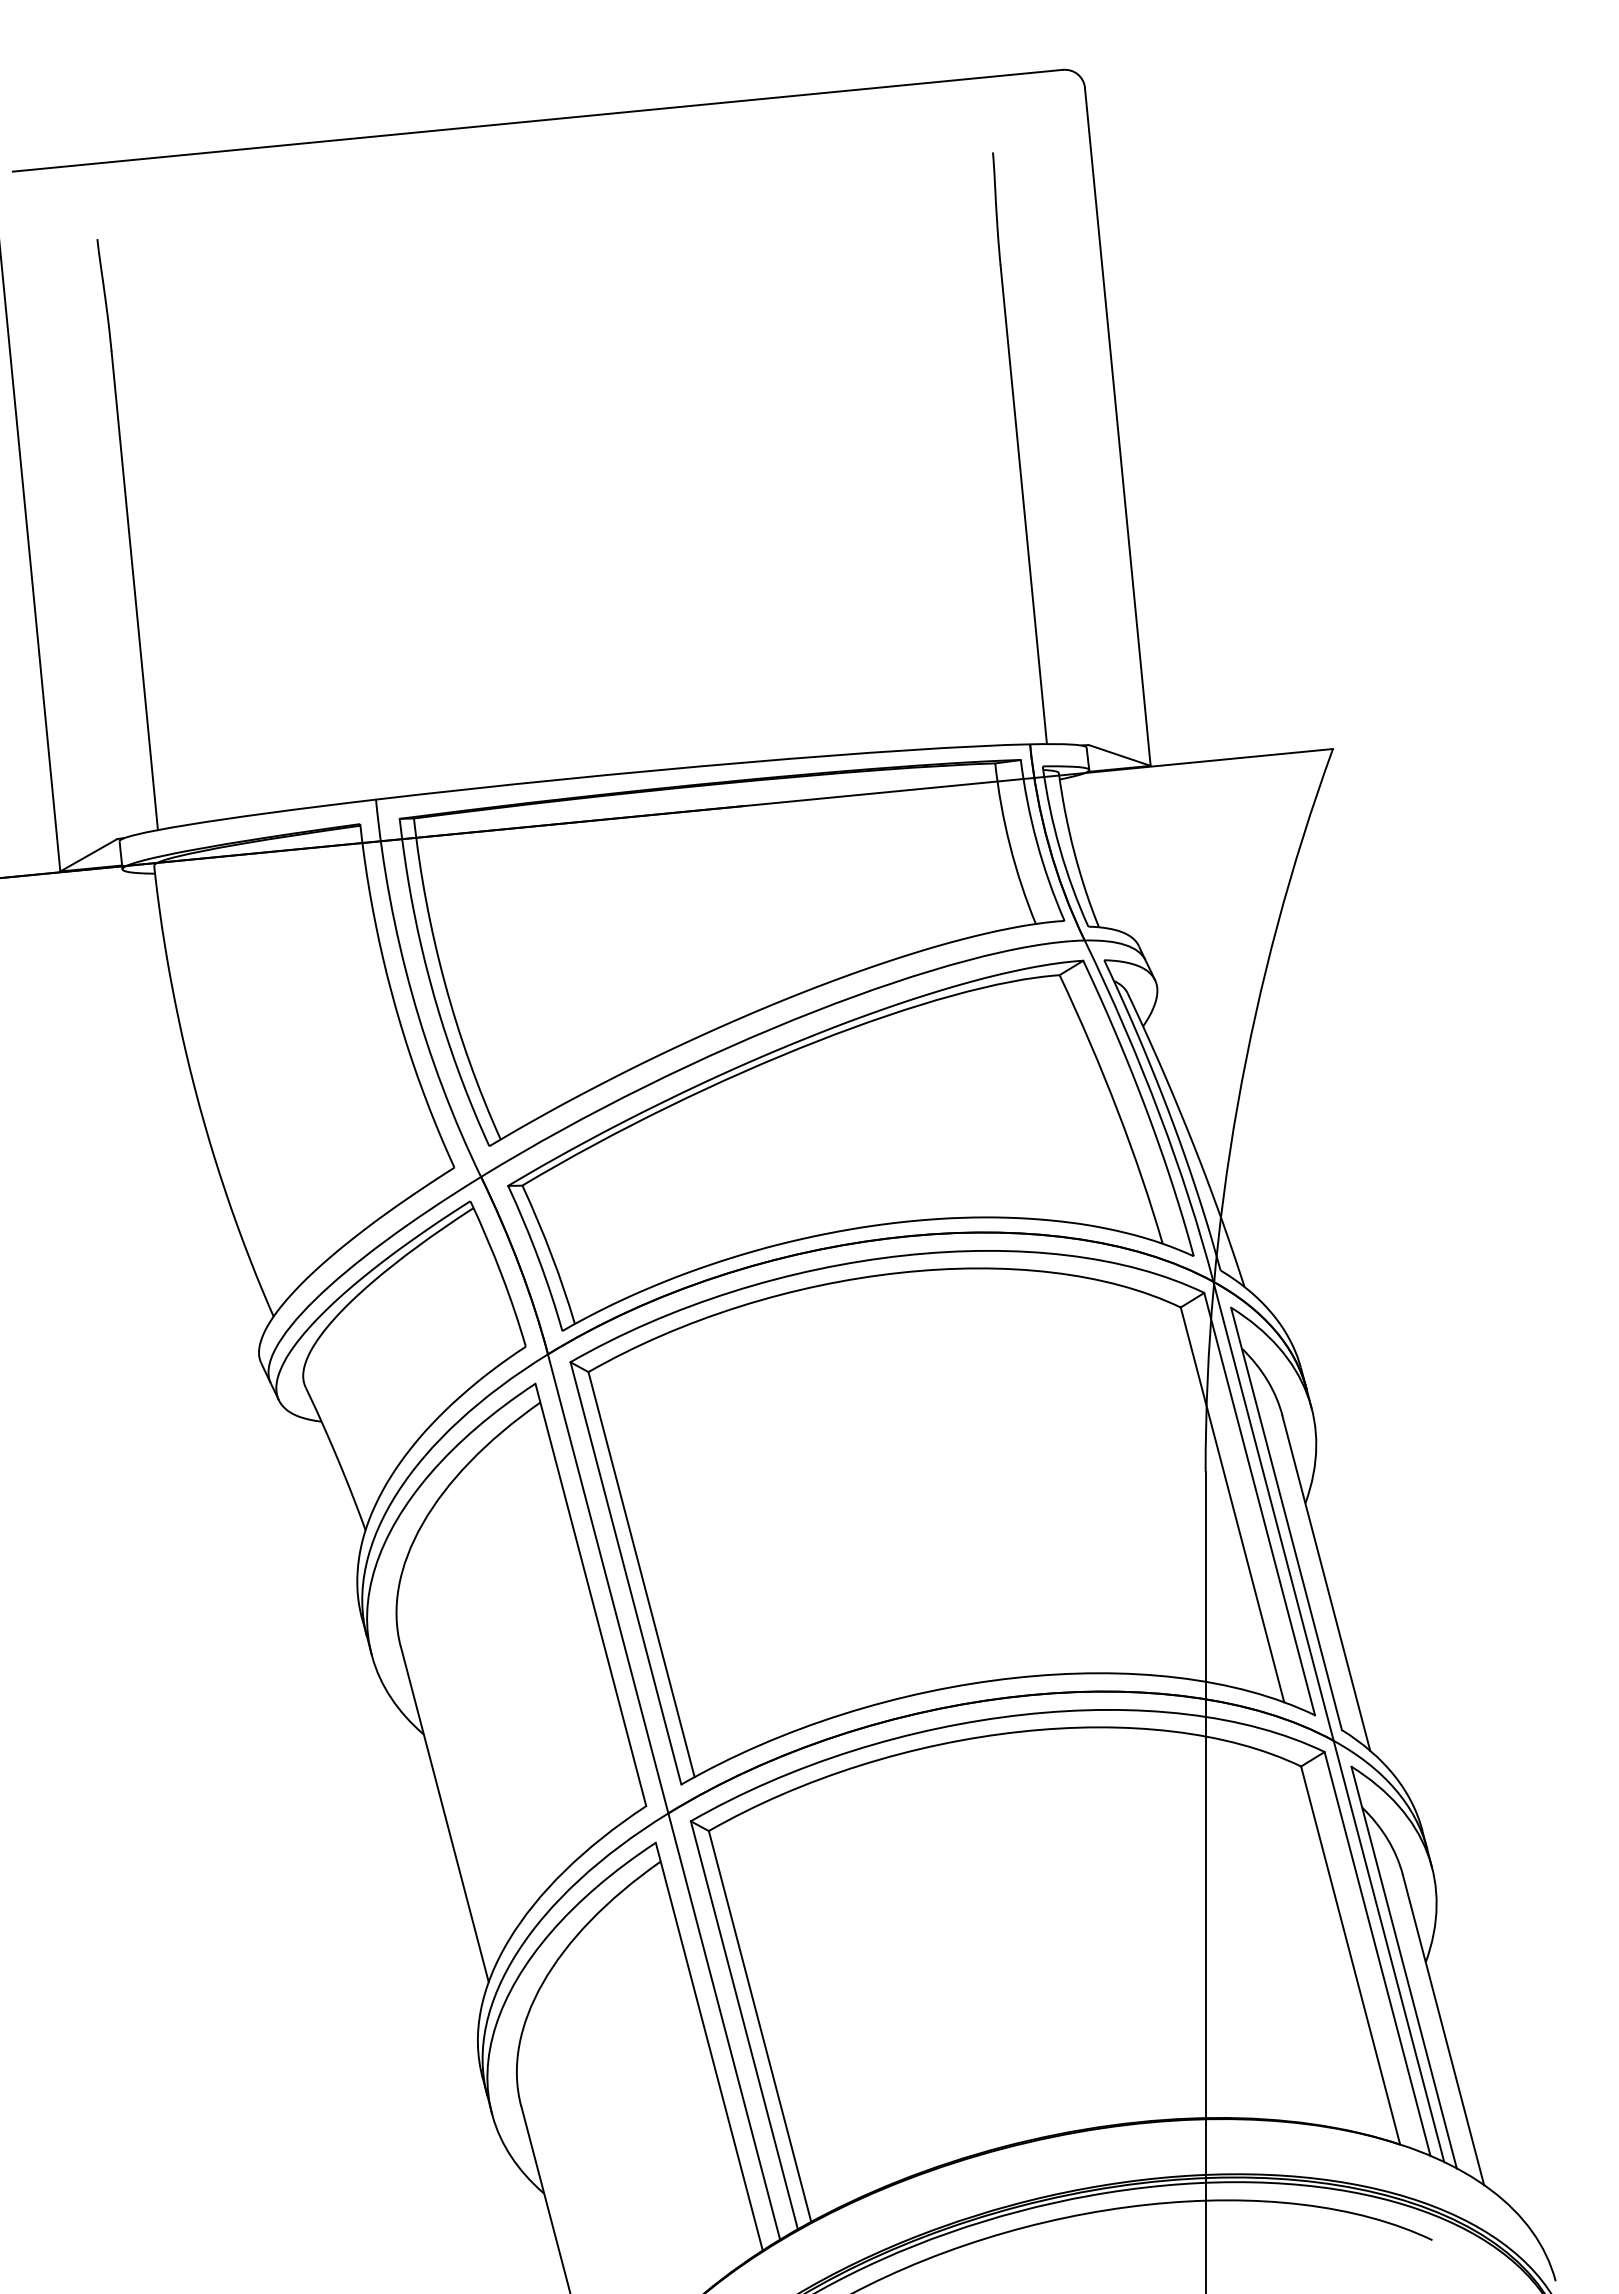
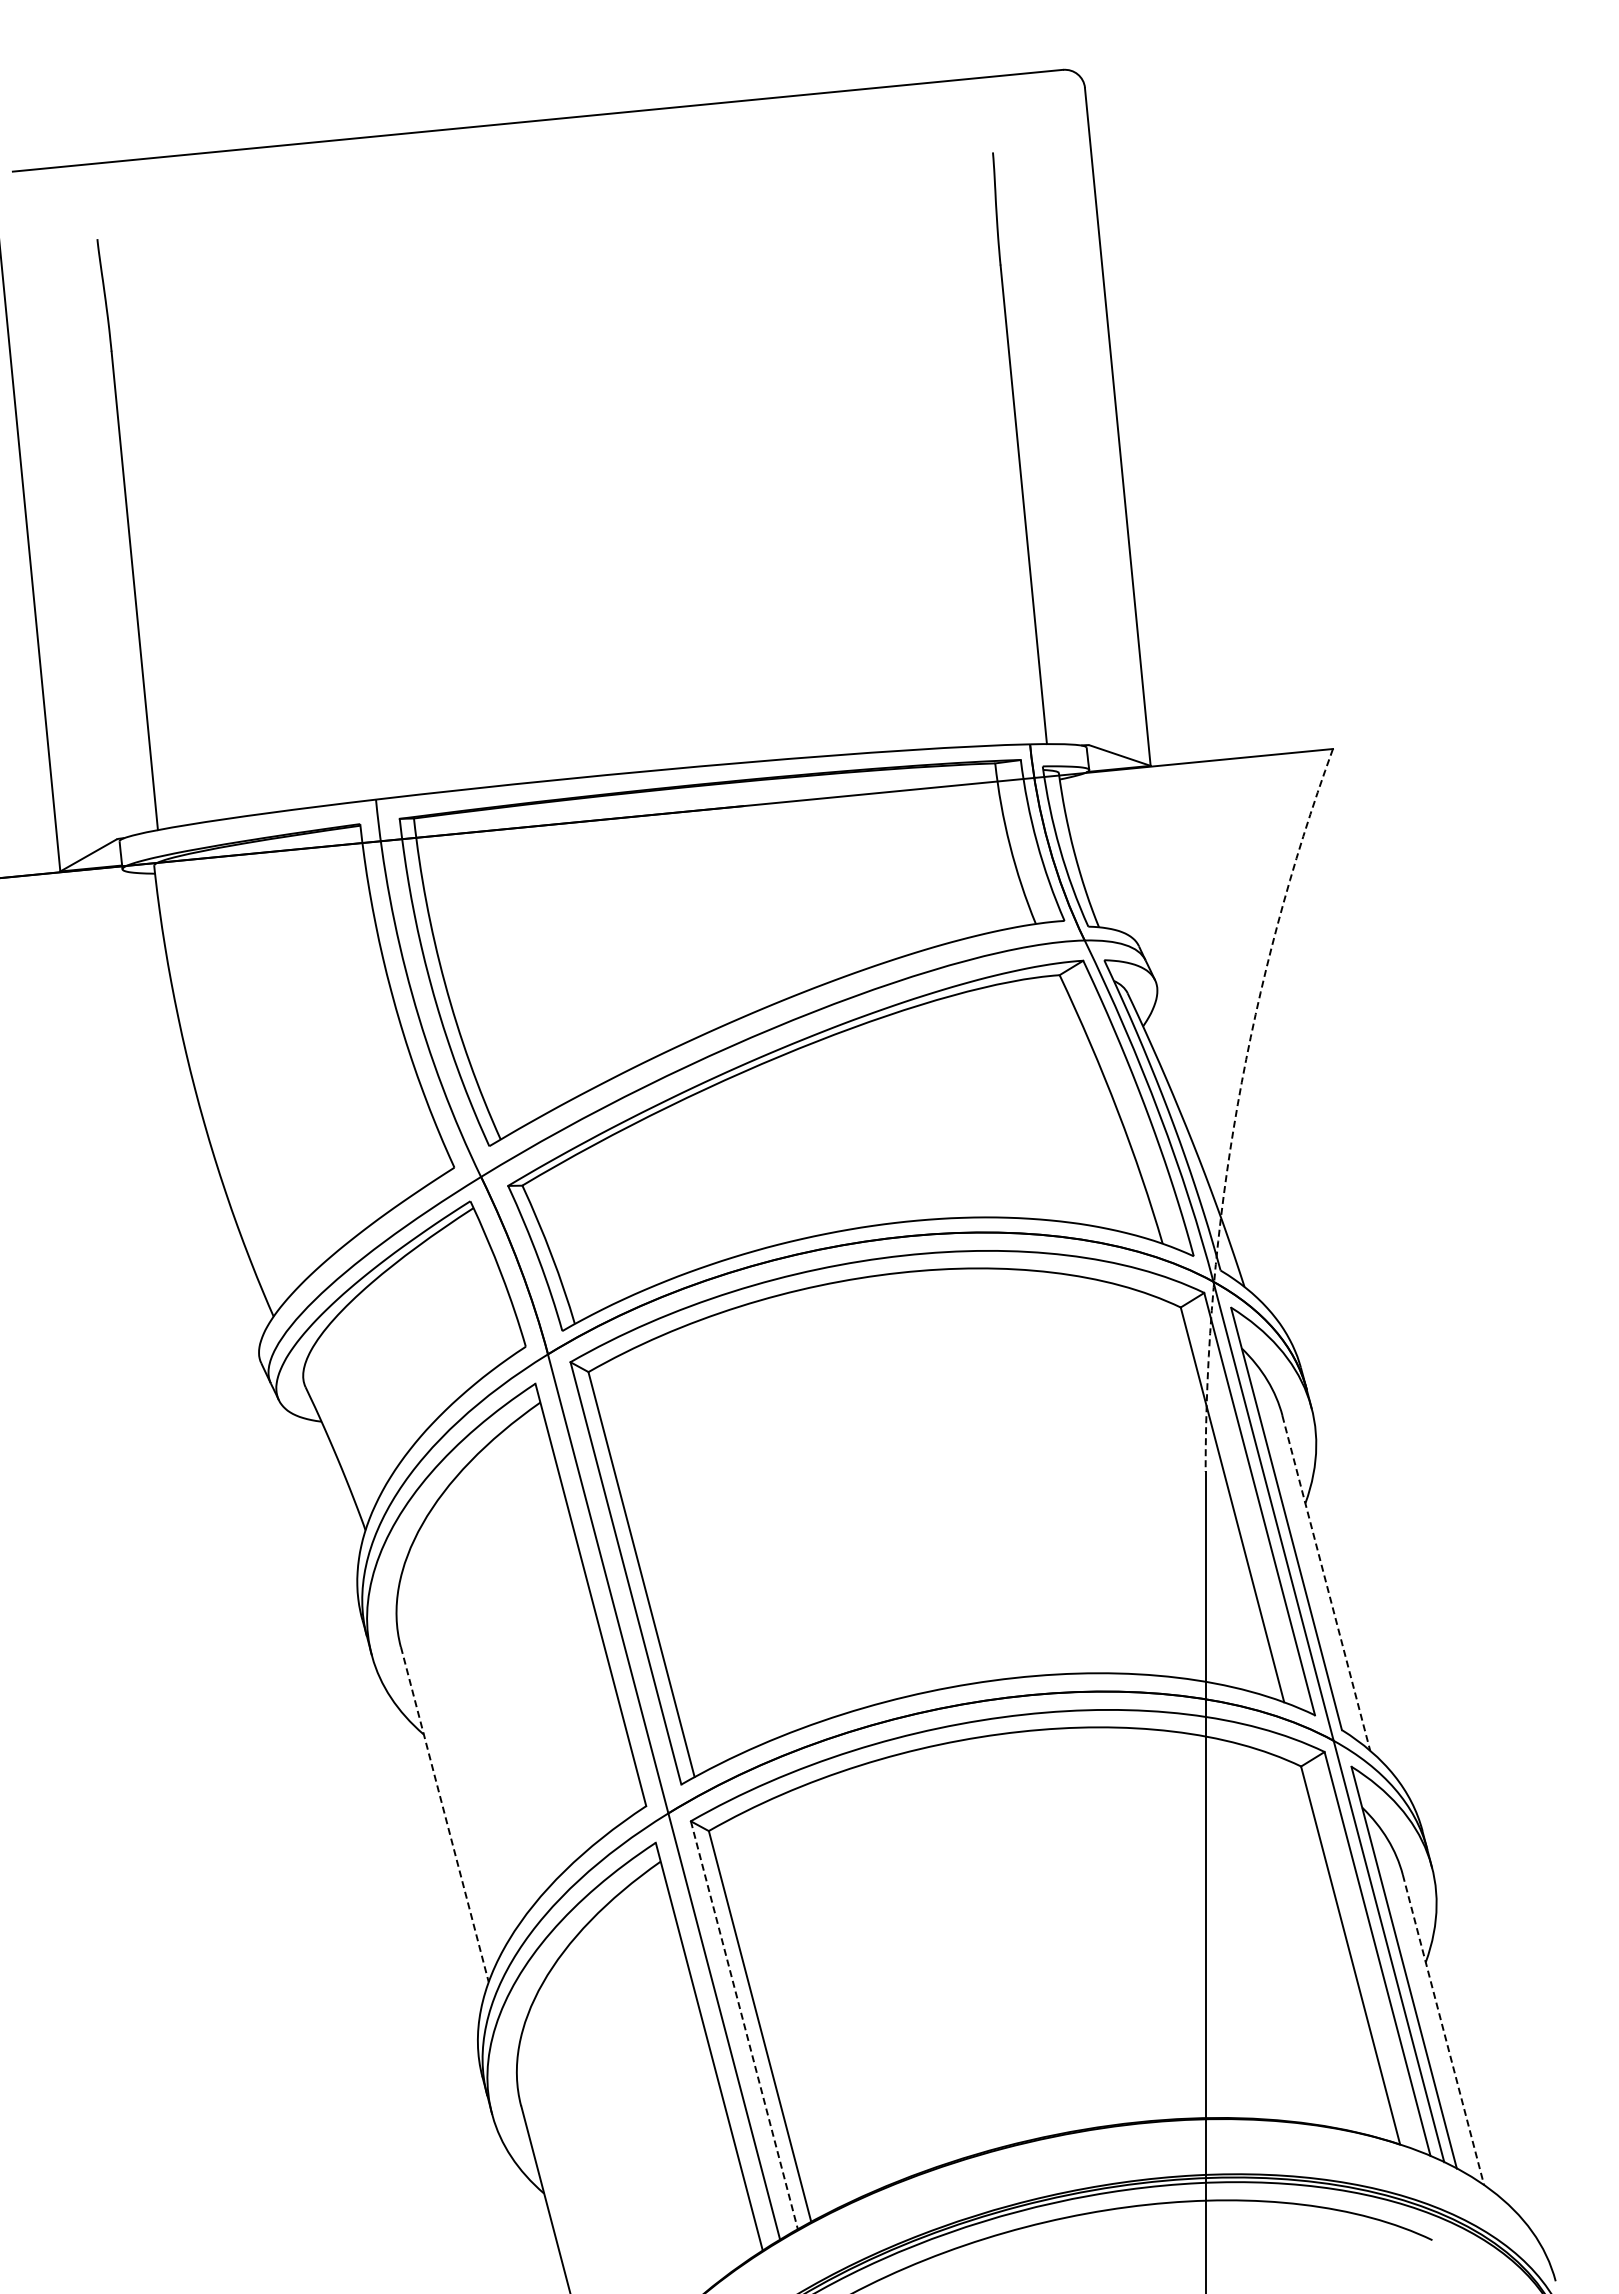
arc at (1237, 1104): solid -> dashed
line at (1326, 1583): solid -> dashed
line at (444, 1815): solid -> dashed
line at (744, 2025): solid -> dashed
line at (1443, 2030): solid -> dashed
